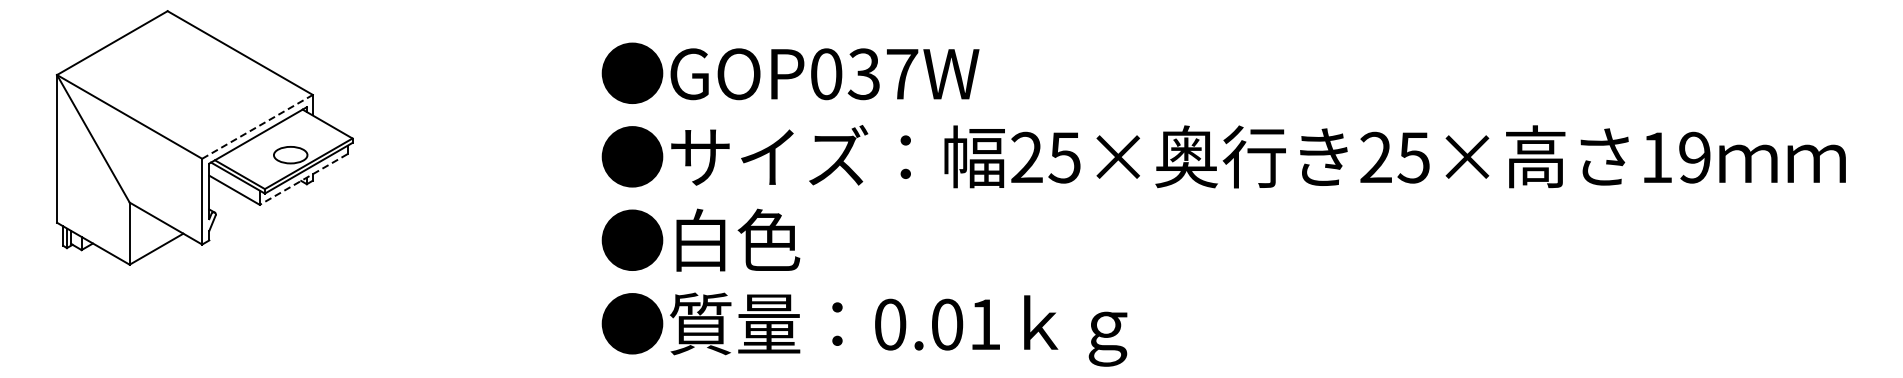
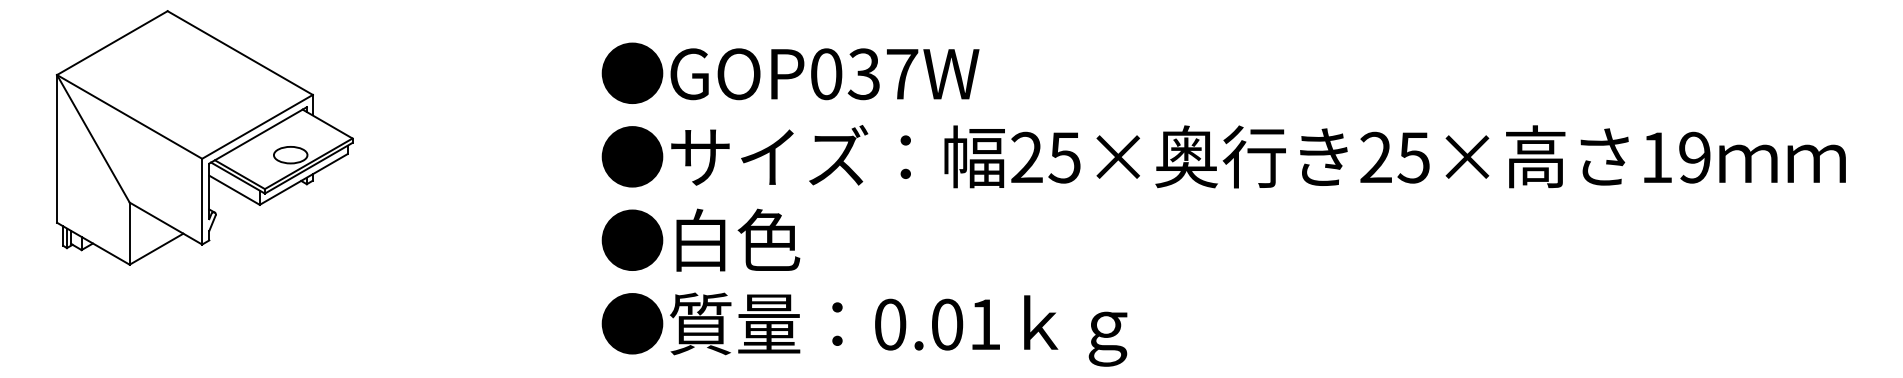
line at (257, 126): dashed -> solid
line at (303, 179): dashed -> solid
